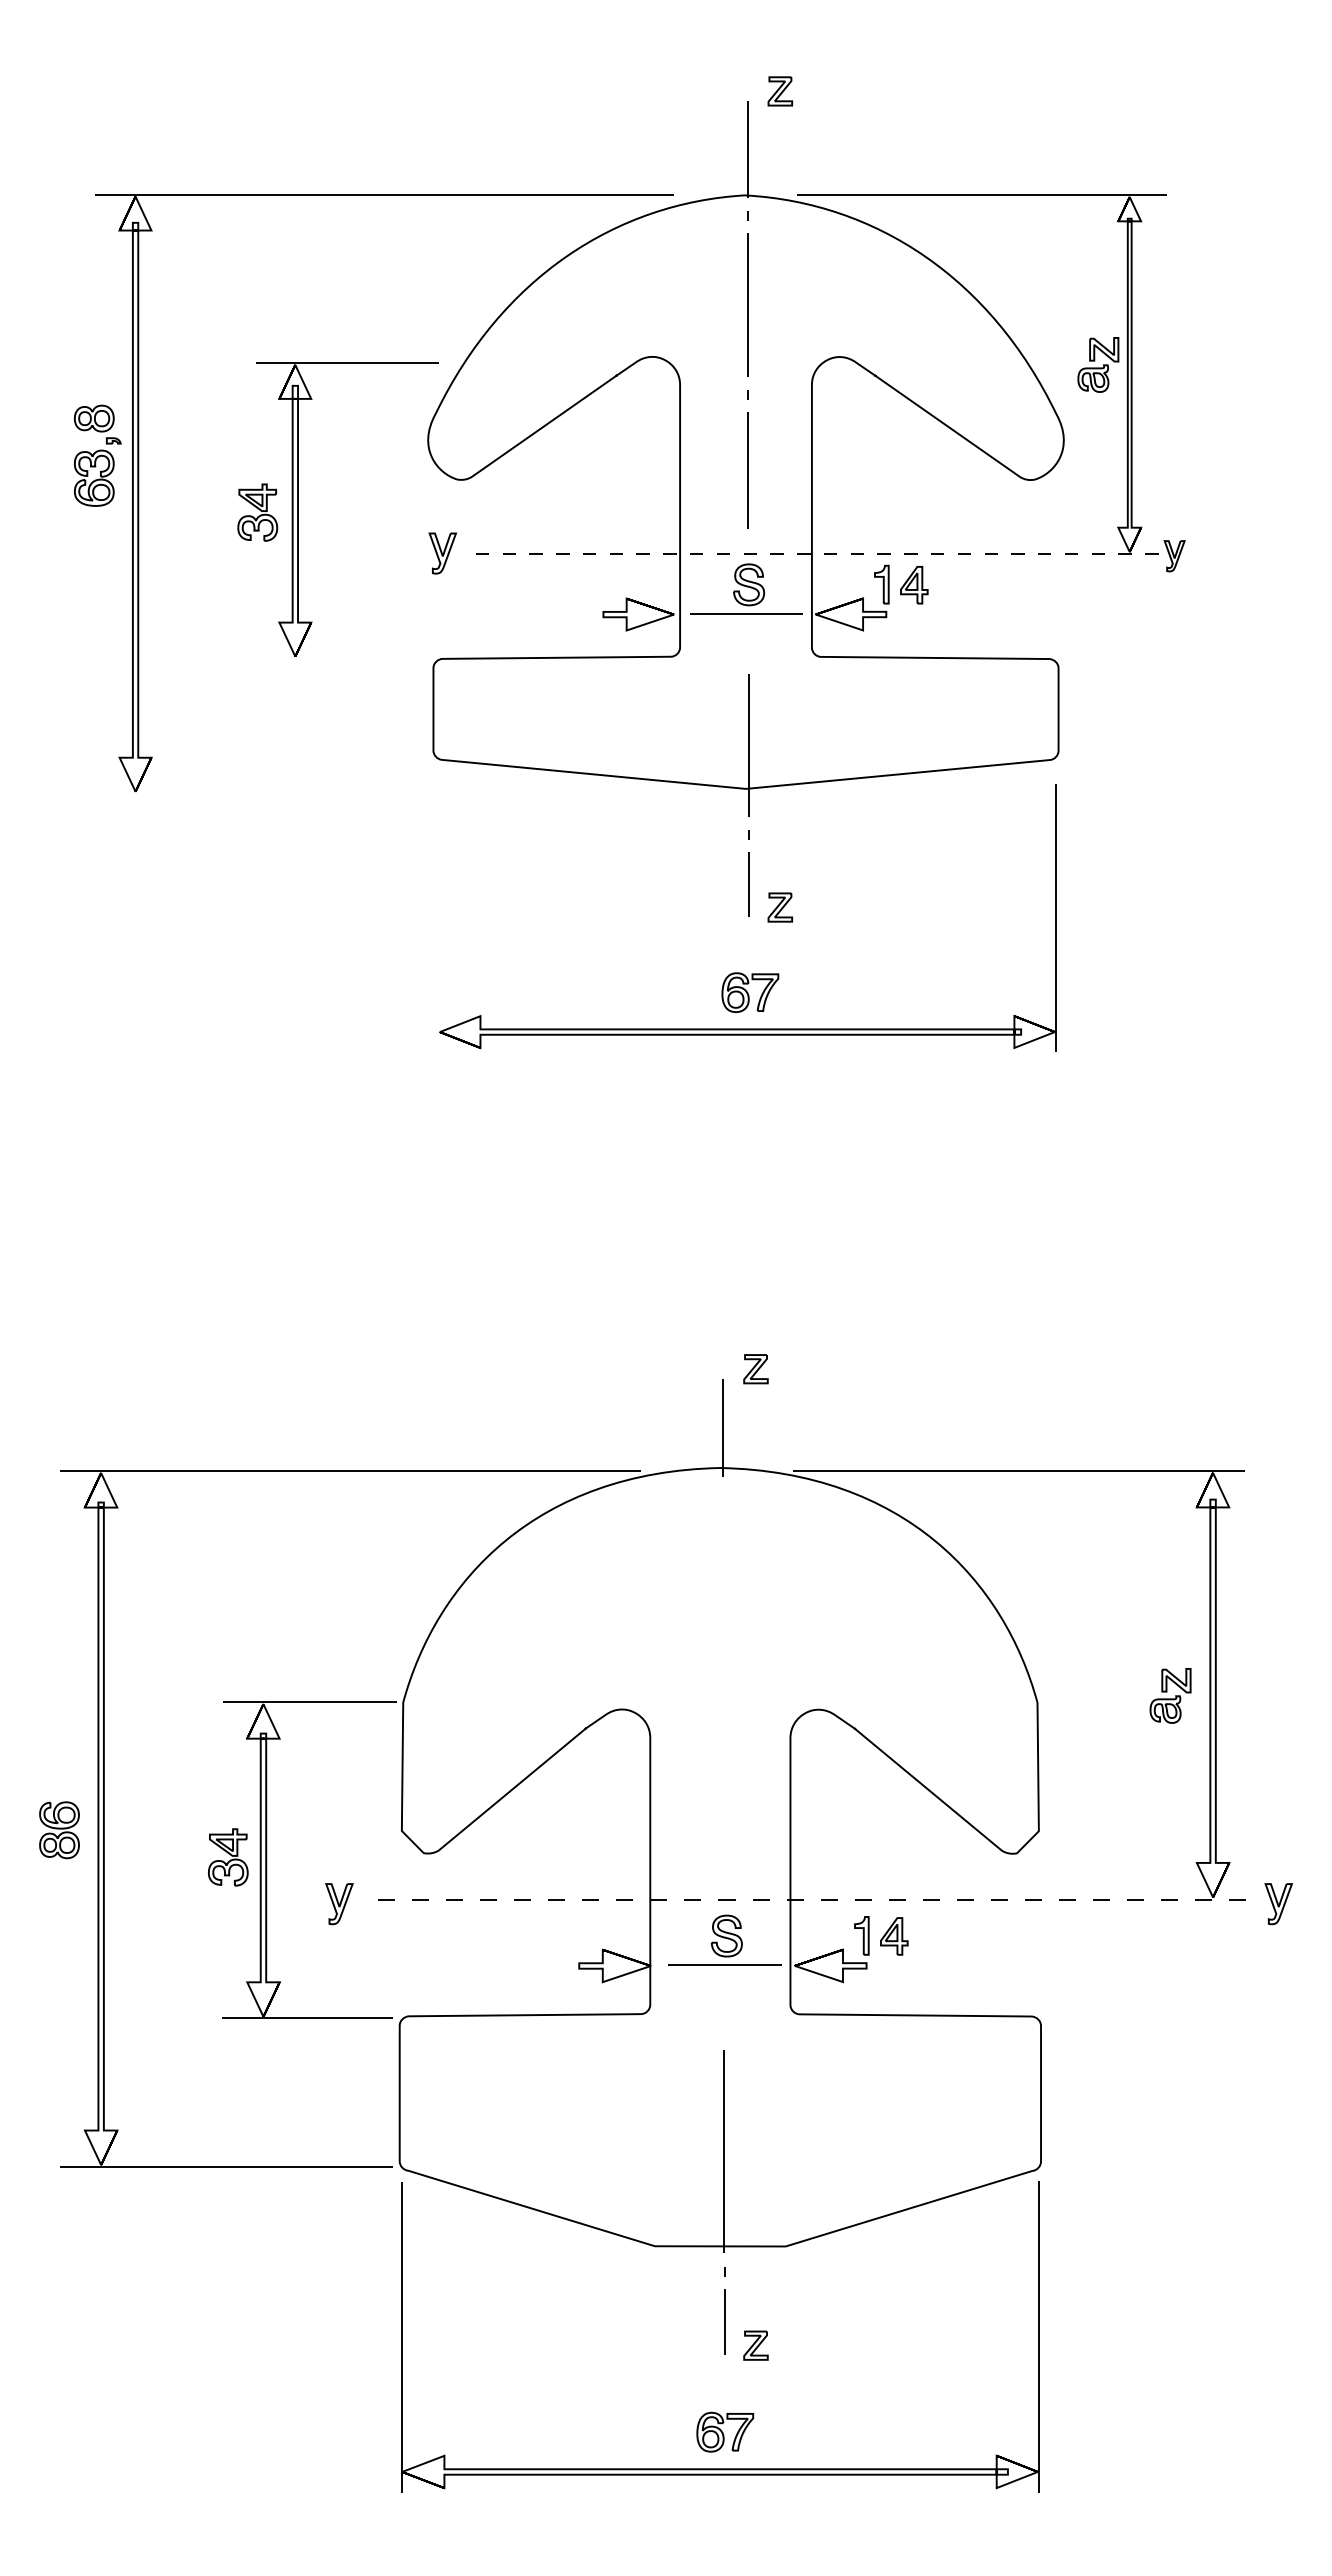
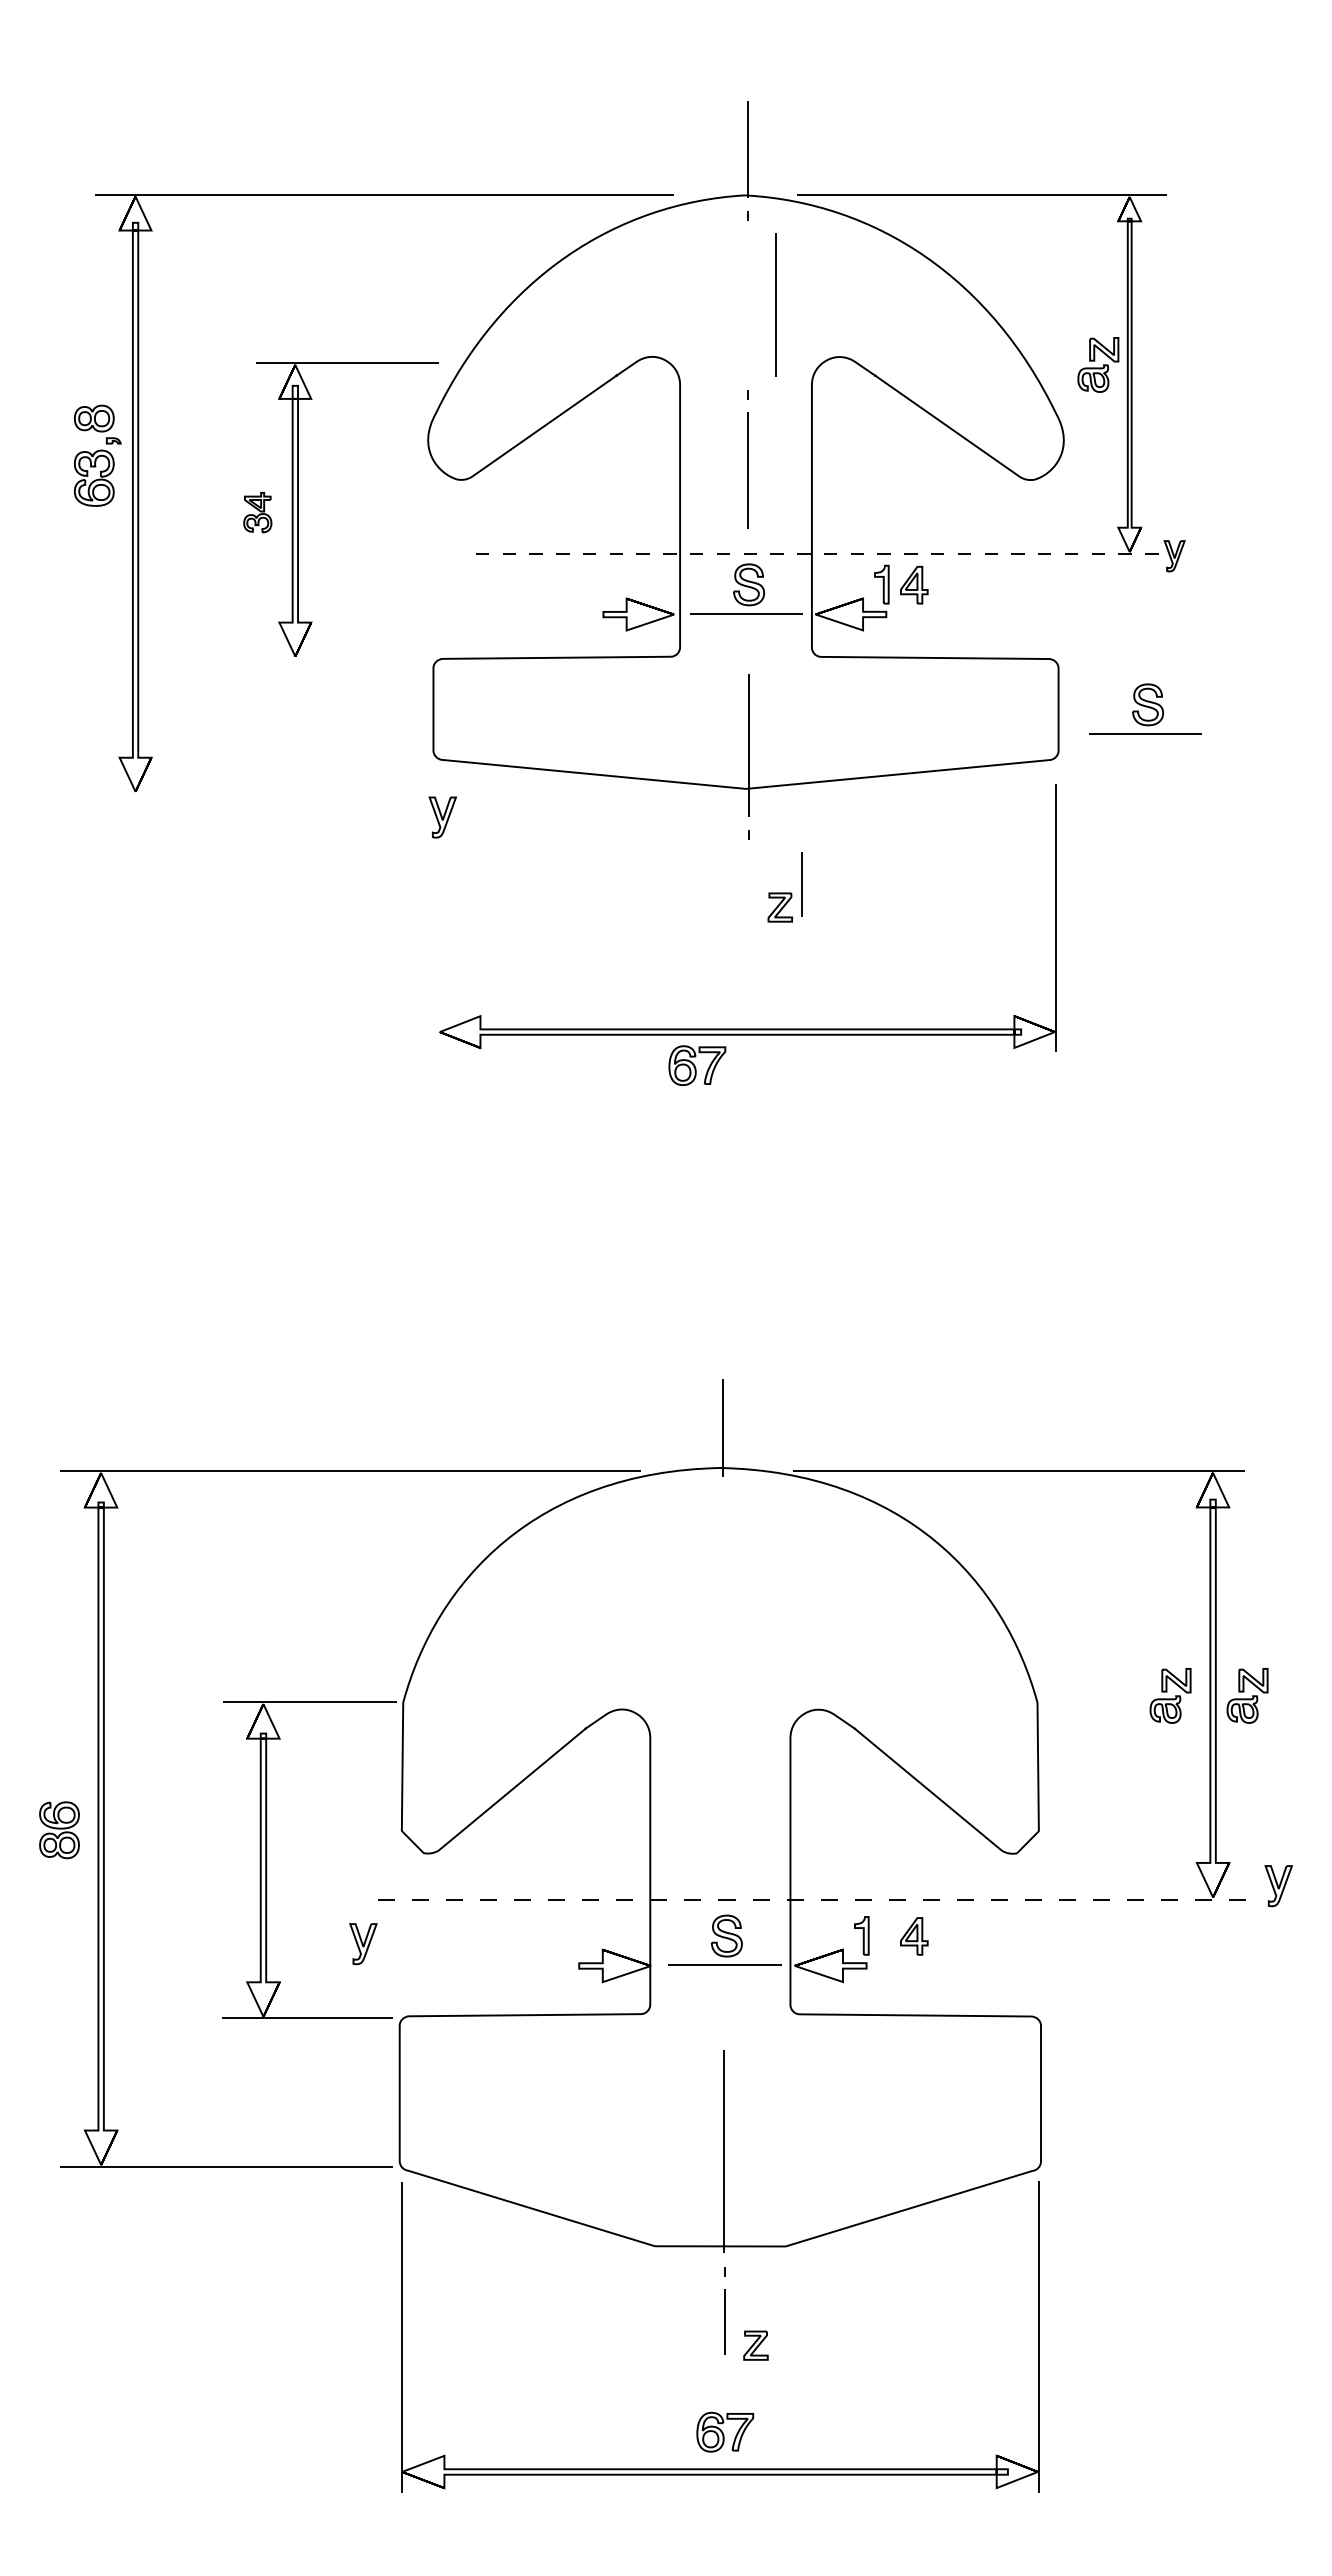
part at (779, 91): present -> none
line at (747, 304) position: (747, 304) -> (775, 304)
part at (257, 512) size: 42x59 px -> 30x42 px
part at (442, 553) position: (442, 553) -> (442, 817)
part at (1145, 708): none -> present
line at (748, 884) position: (748, 884) -> (801, 884)
part at (750, 992) position: (750, 992) -> (697, 1065)
part at (755, 1369): present -> none
part at (1247, 1695): none -> present
part at (228, 1857): present -> none
part at (339, 1904) position: (339, 1904) -> (363, 1944)
part at (1278, 1904) position: (1278, 1904) -> (1278, 1886)
part at (894, 1936) position: (894, 1936) -> (914, 1936)
